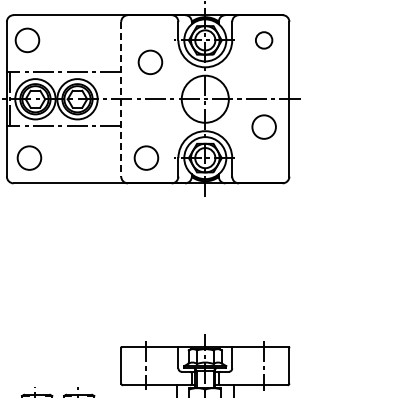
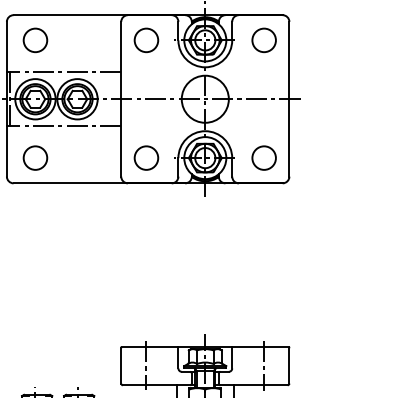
circle at (27, 40) position: (27, 40) -> (35, 40)
circle at (264, 40) size: 19x19 px -> 26x27 px
circle at (150, 62) position: (150, 62) -> (146, 40)
line at (121, 99): dashed -> solid
circle at (263, 126) position: (263, 126) -> (263, 157)
circle at (29, 157) position: (29, 157) -> (35, 157)
